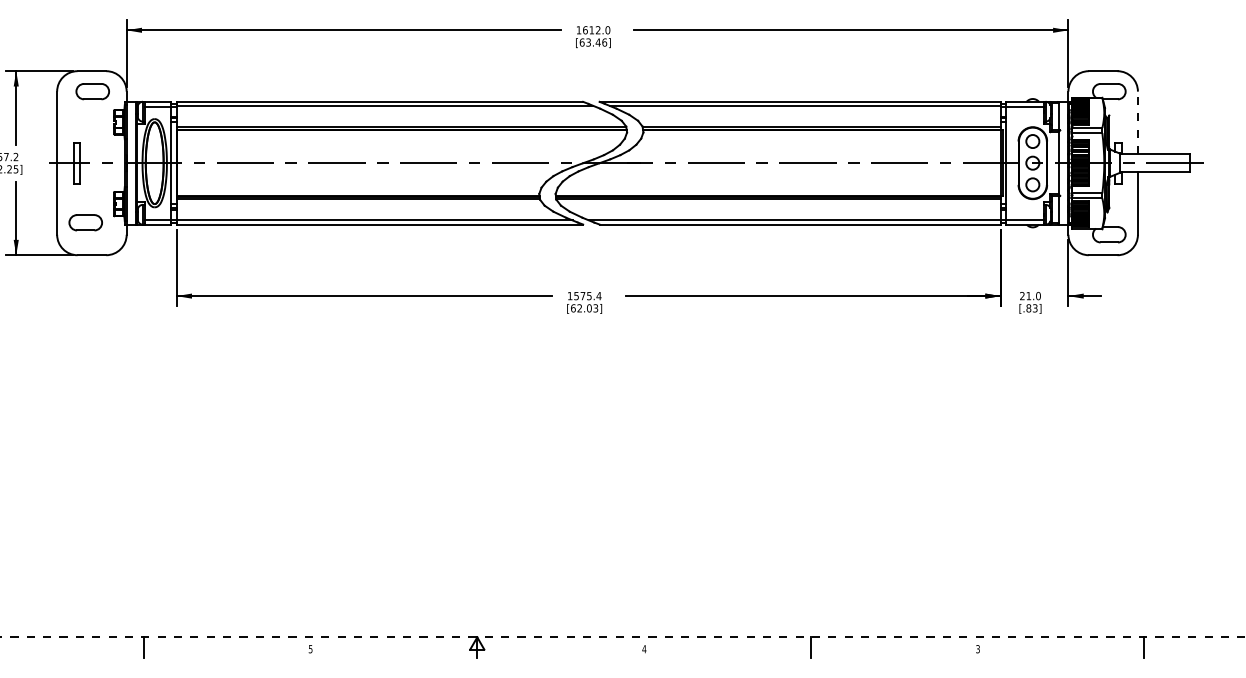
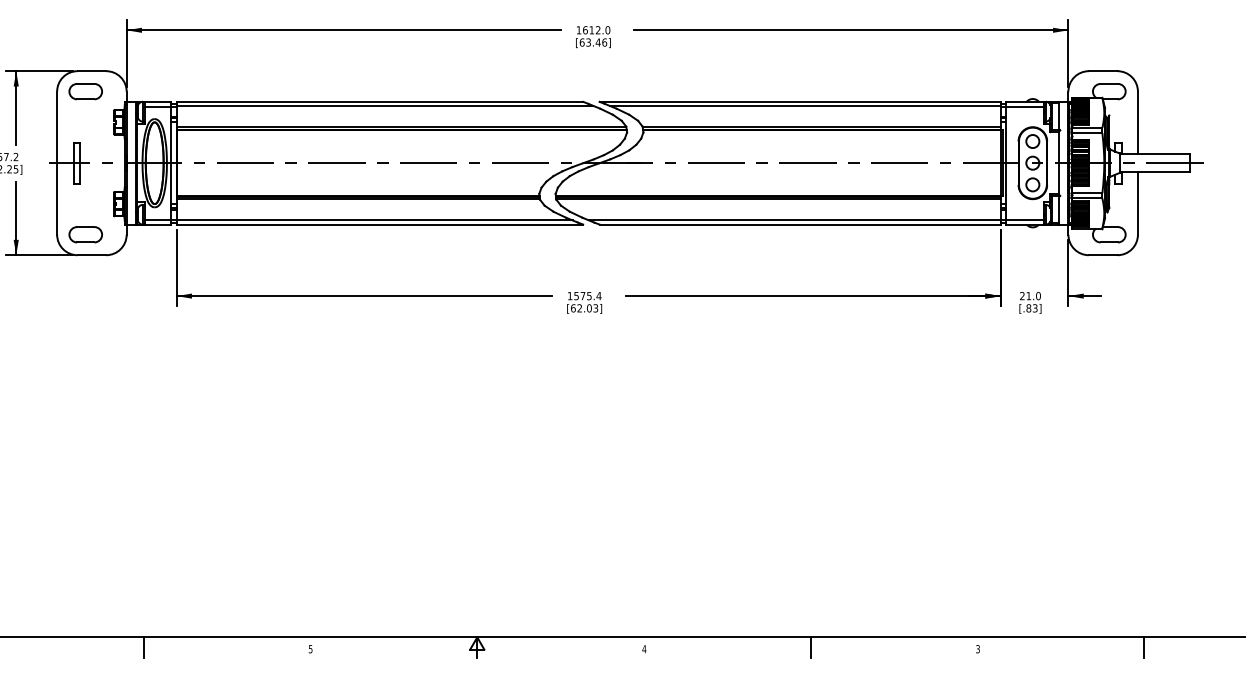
part at (92, 91) position: (92, 91) -> (85, 91)
line at (1137, 122): dashed -> solid
part at (85, 222) position: (85, 222) -> (85, 234)
line at (623, 637): dashed -> solid
